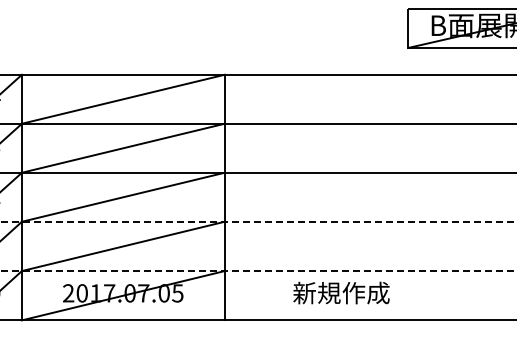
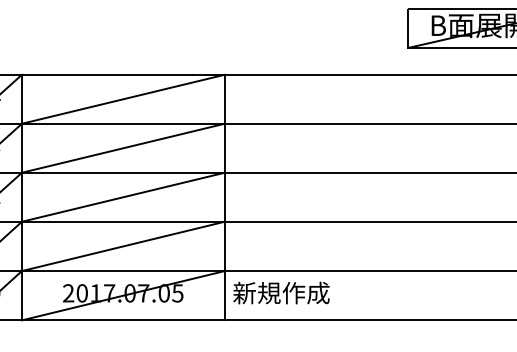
line at (258, 221): dashed -> solid
line at (258, 271): dashed -> solid
text at (341, 292) position: (341, 292) -> (281, 292)
